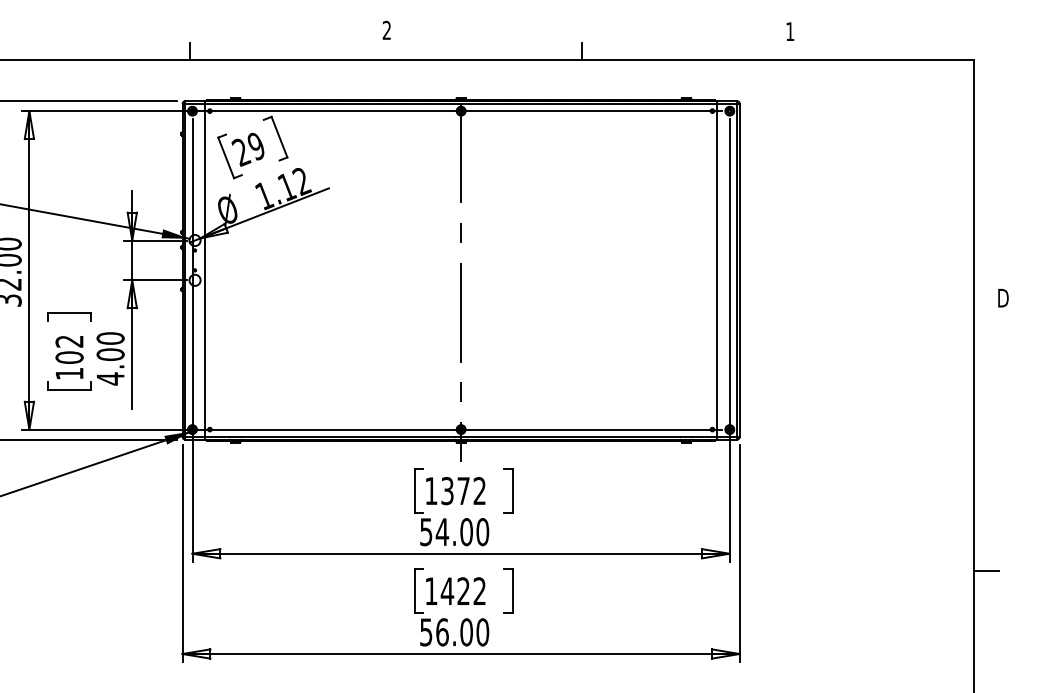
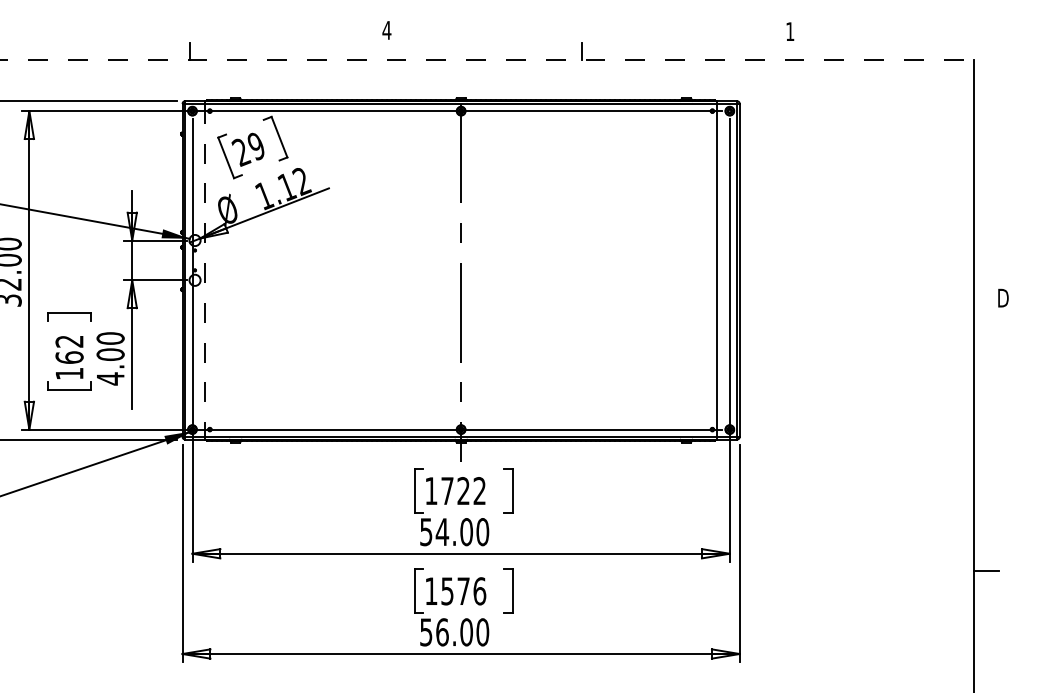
text at (386, 29): 2 -> 4
line at (487, 59): solid -> dashed
line at (204, 270): solid -> dashed
text at (69, 357): 102 -> 162
text at (455, 491): 1372 -> 1722
text at (463, 591): 1422 -> 1576
